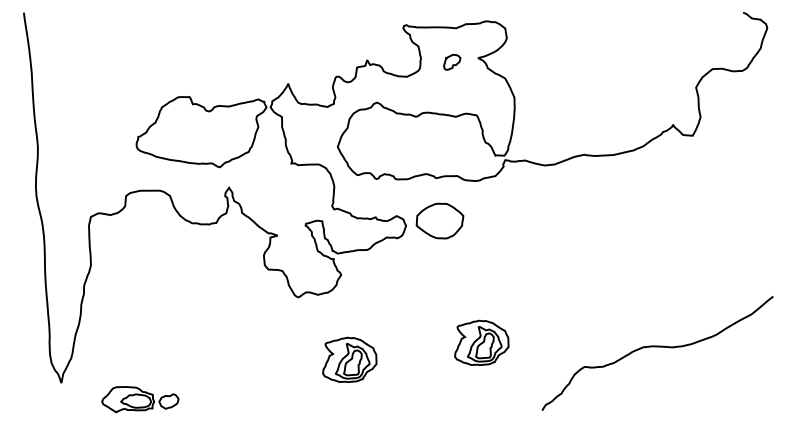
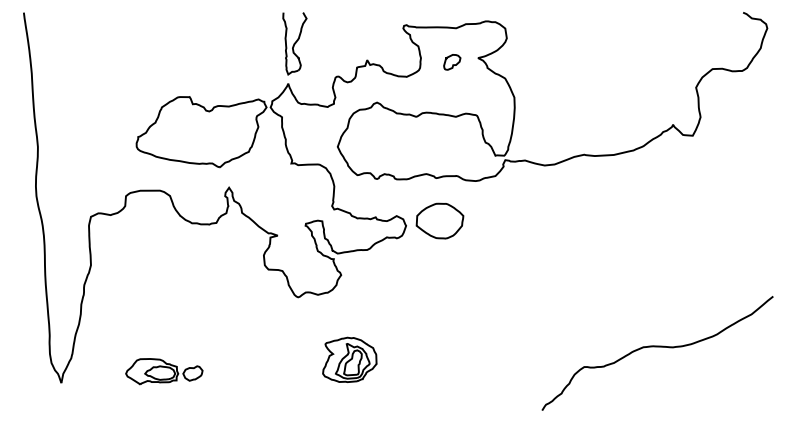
part at (294, 43): none -> present
part at (481, 342): present -> none
part at (140, 399) position: (140, 399) -> (164, 371)
